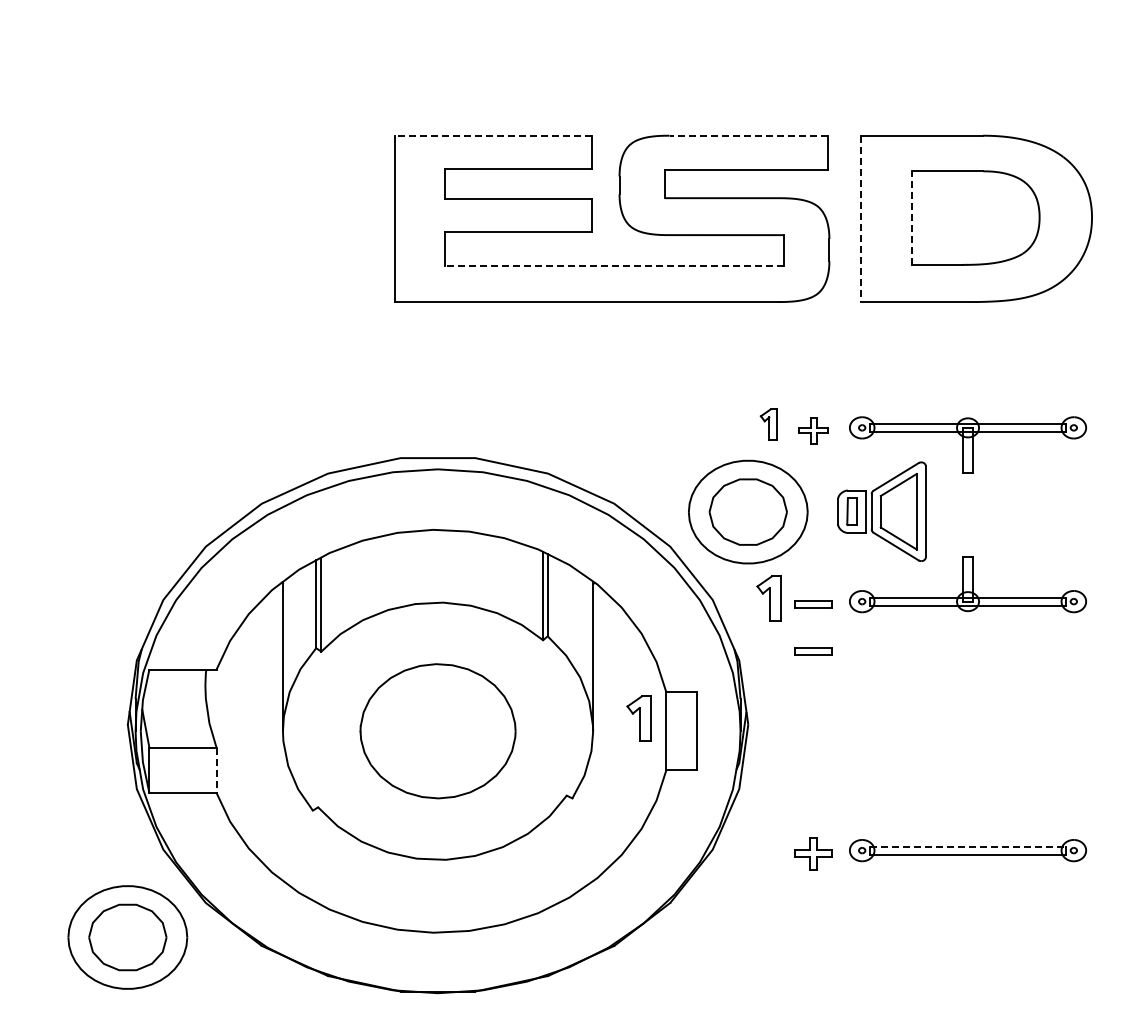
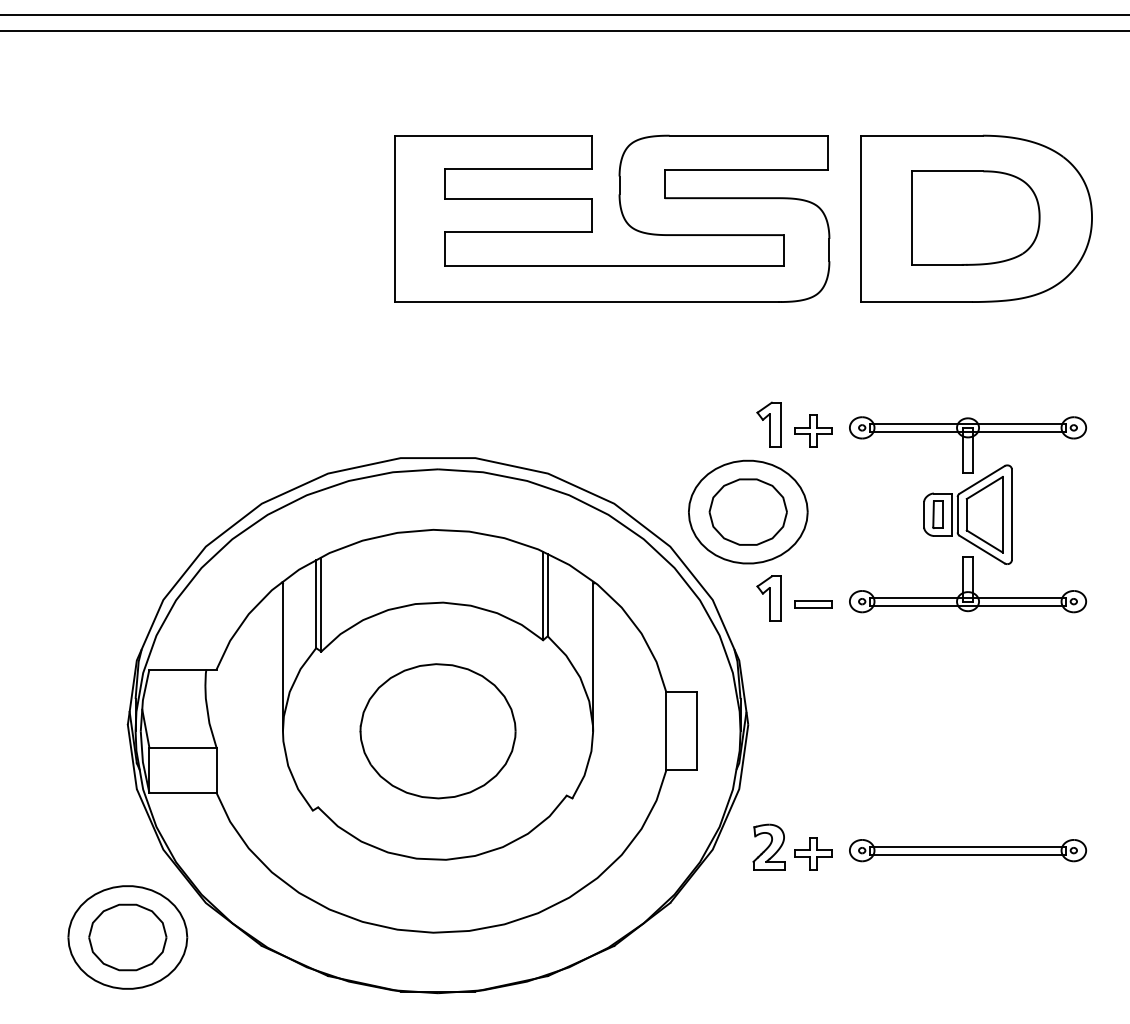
line at (564, 14): none -> present
line at (564, 30): none -> present
line at (493, 135): dashed -> solid
line at (748, 135): dashed -> solid
line at (911, 218): dashed -> solid
line at (860, 219): dashed -> solid
line at (614, 266): dashed -> solid
part at (768, 424) size: 19x33 px -> 26x47 px
part at (813, 430) size: 31x28 px -> 39x34 px
part at (881, 511) position: (881, 511) -> (967, 514)
part at (813, 651): present -> none
part at (638, 718): present -> none
line at (216, 770): dashed -> solid
part at (768, 846): none -> present
line at (968, 846): dashed -> solid
